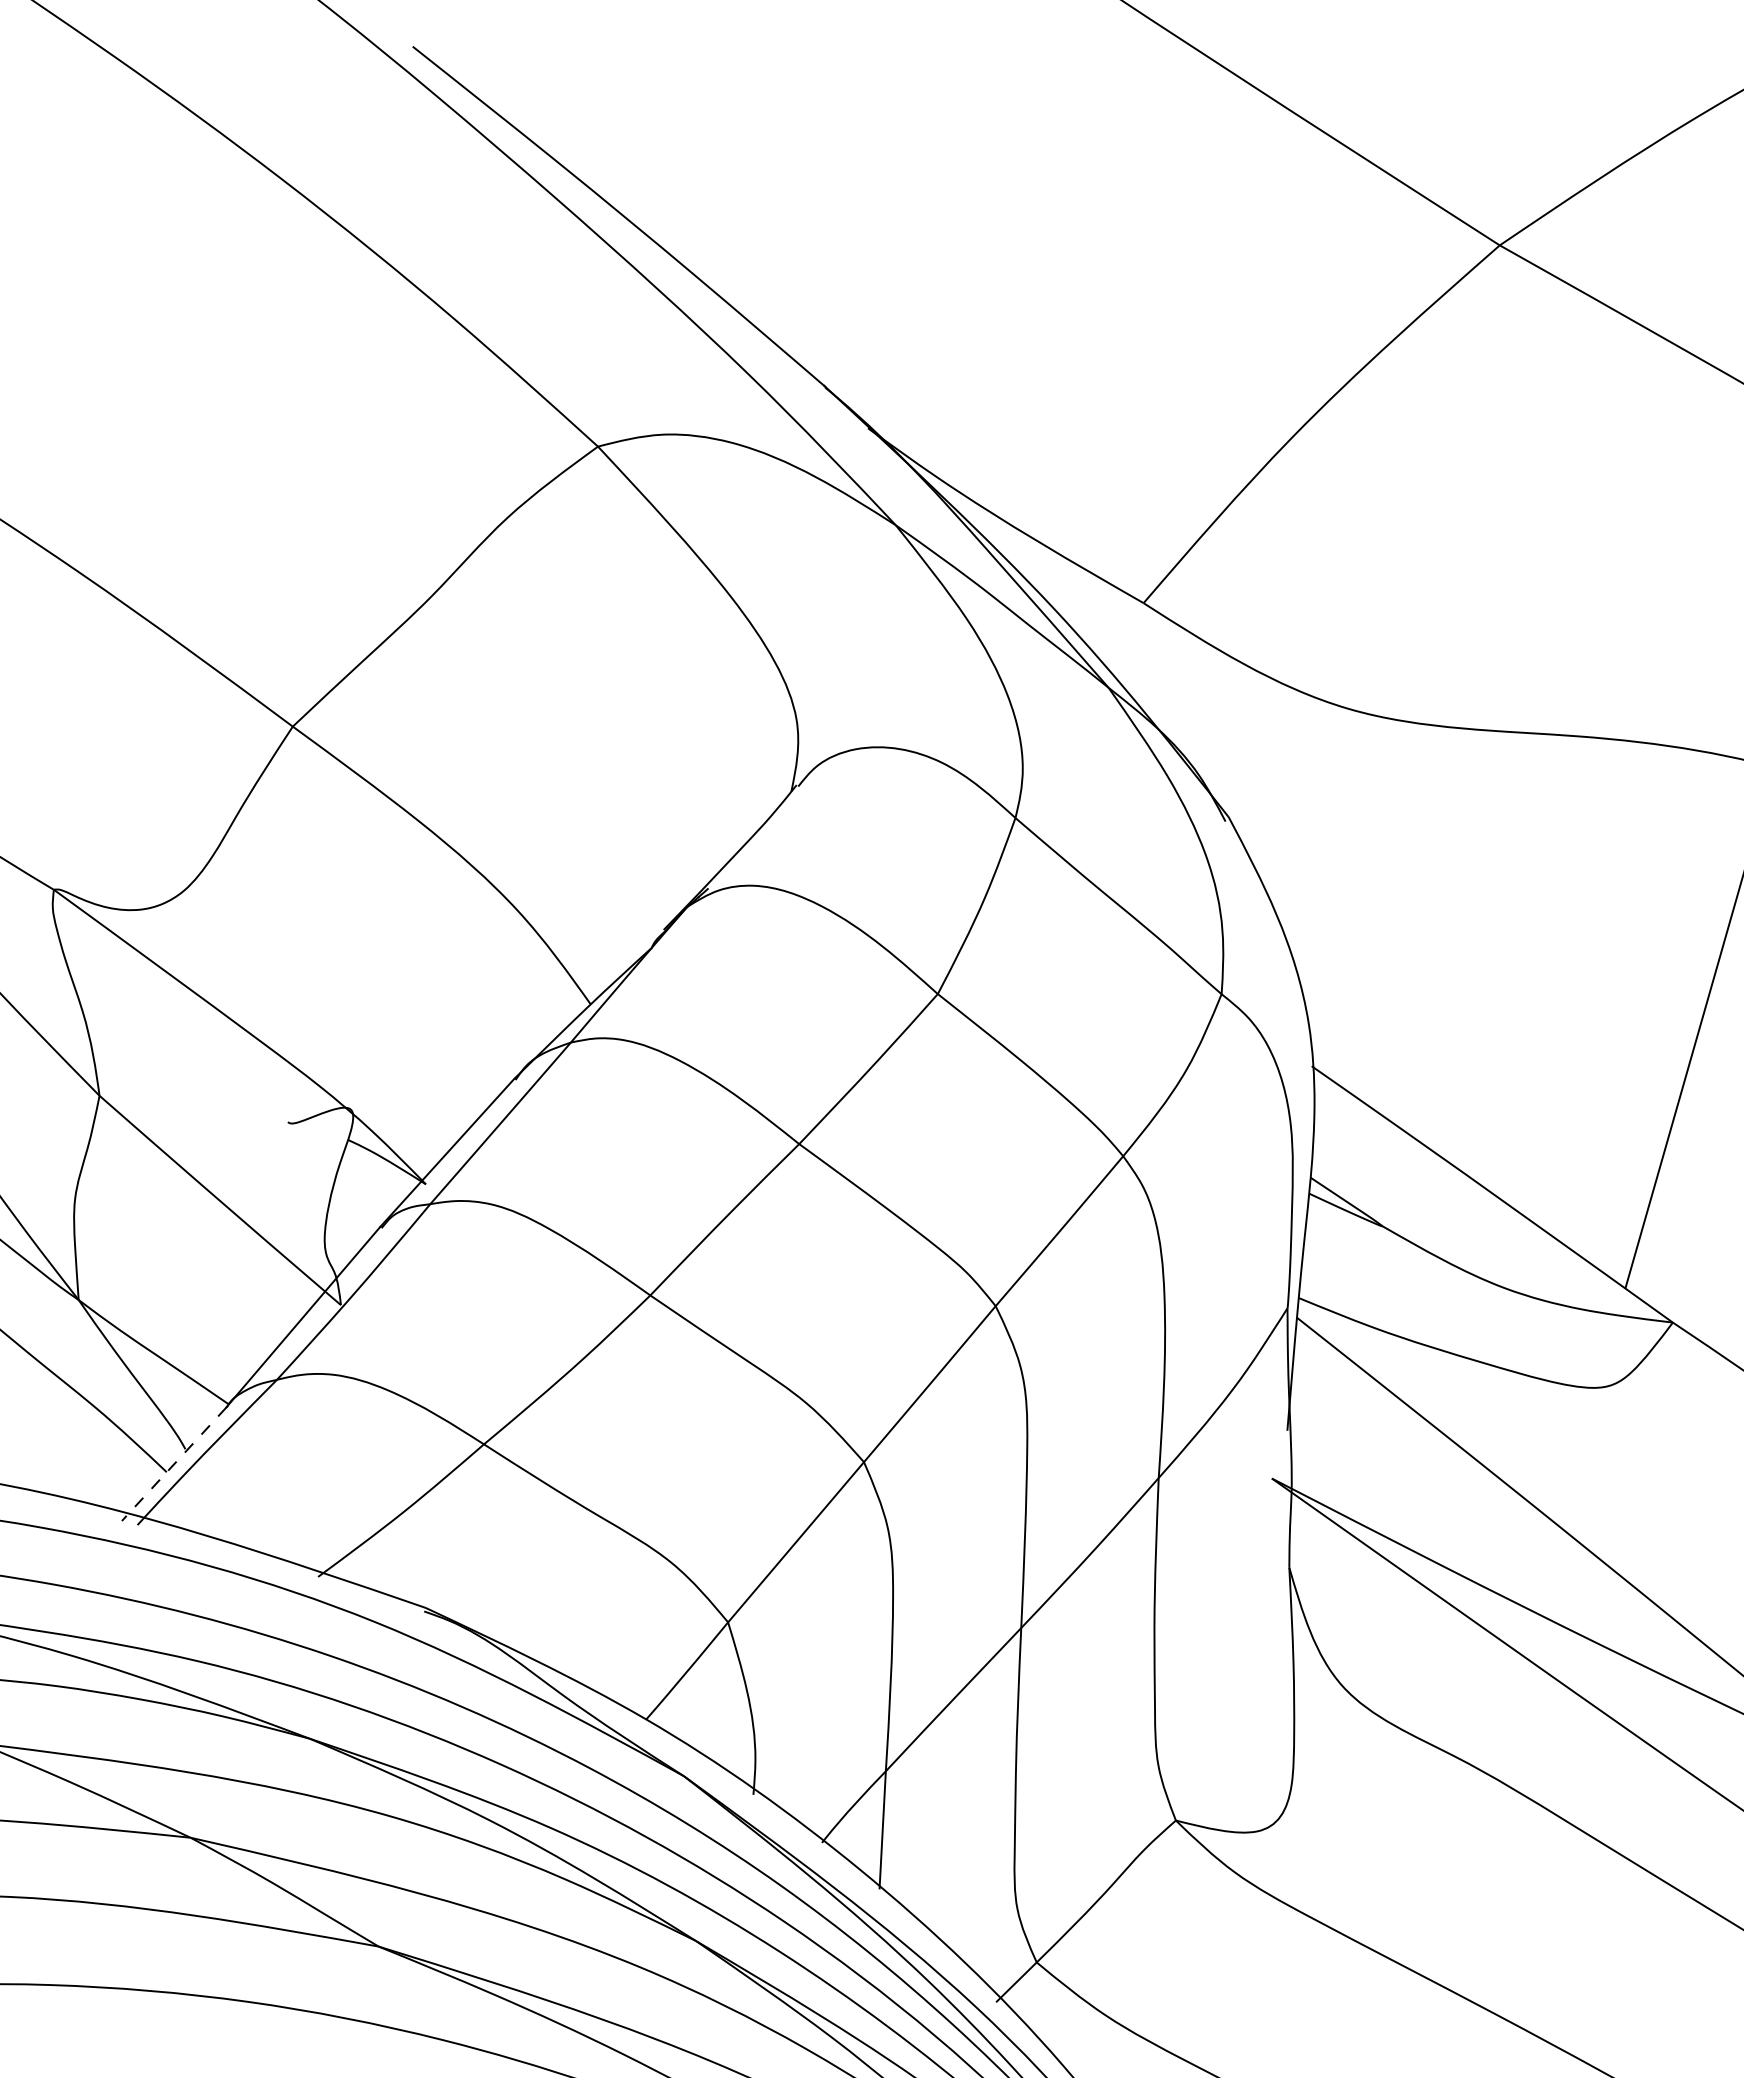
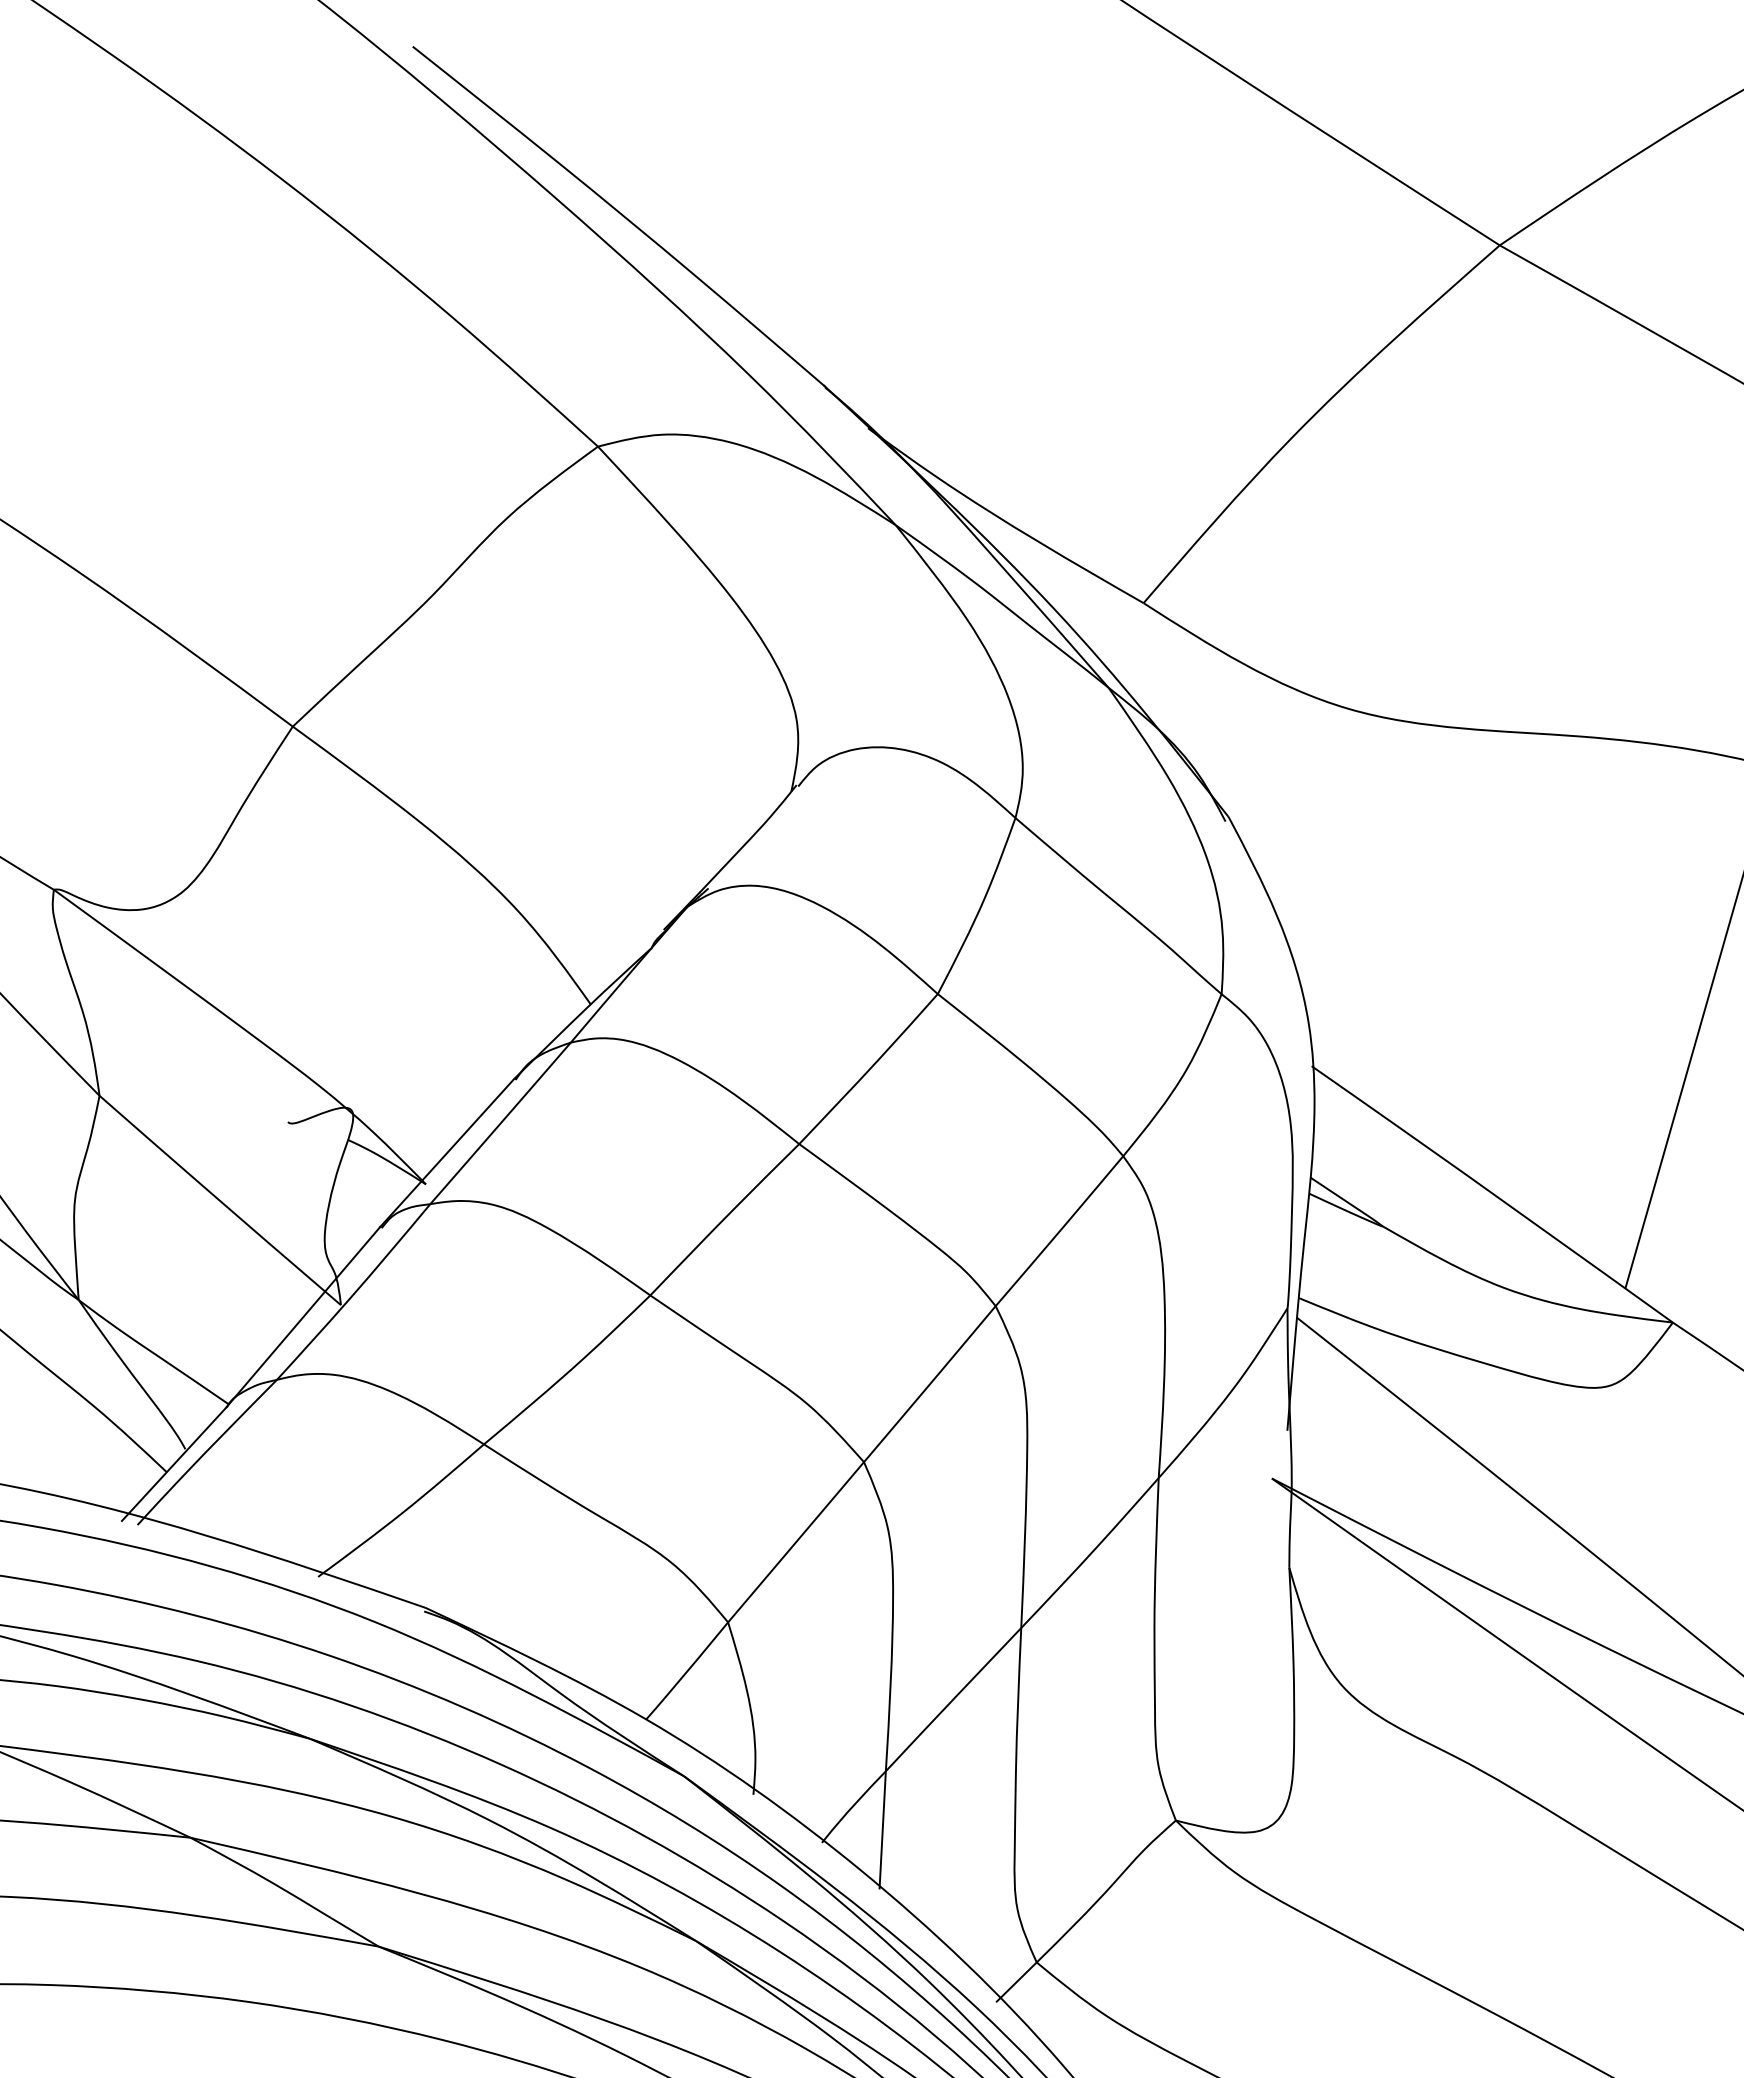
line at (173, 1464): dashed -> solid
